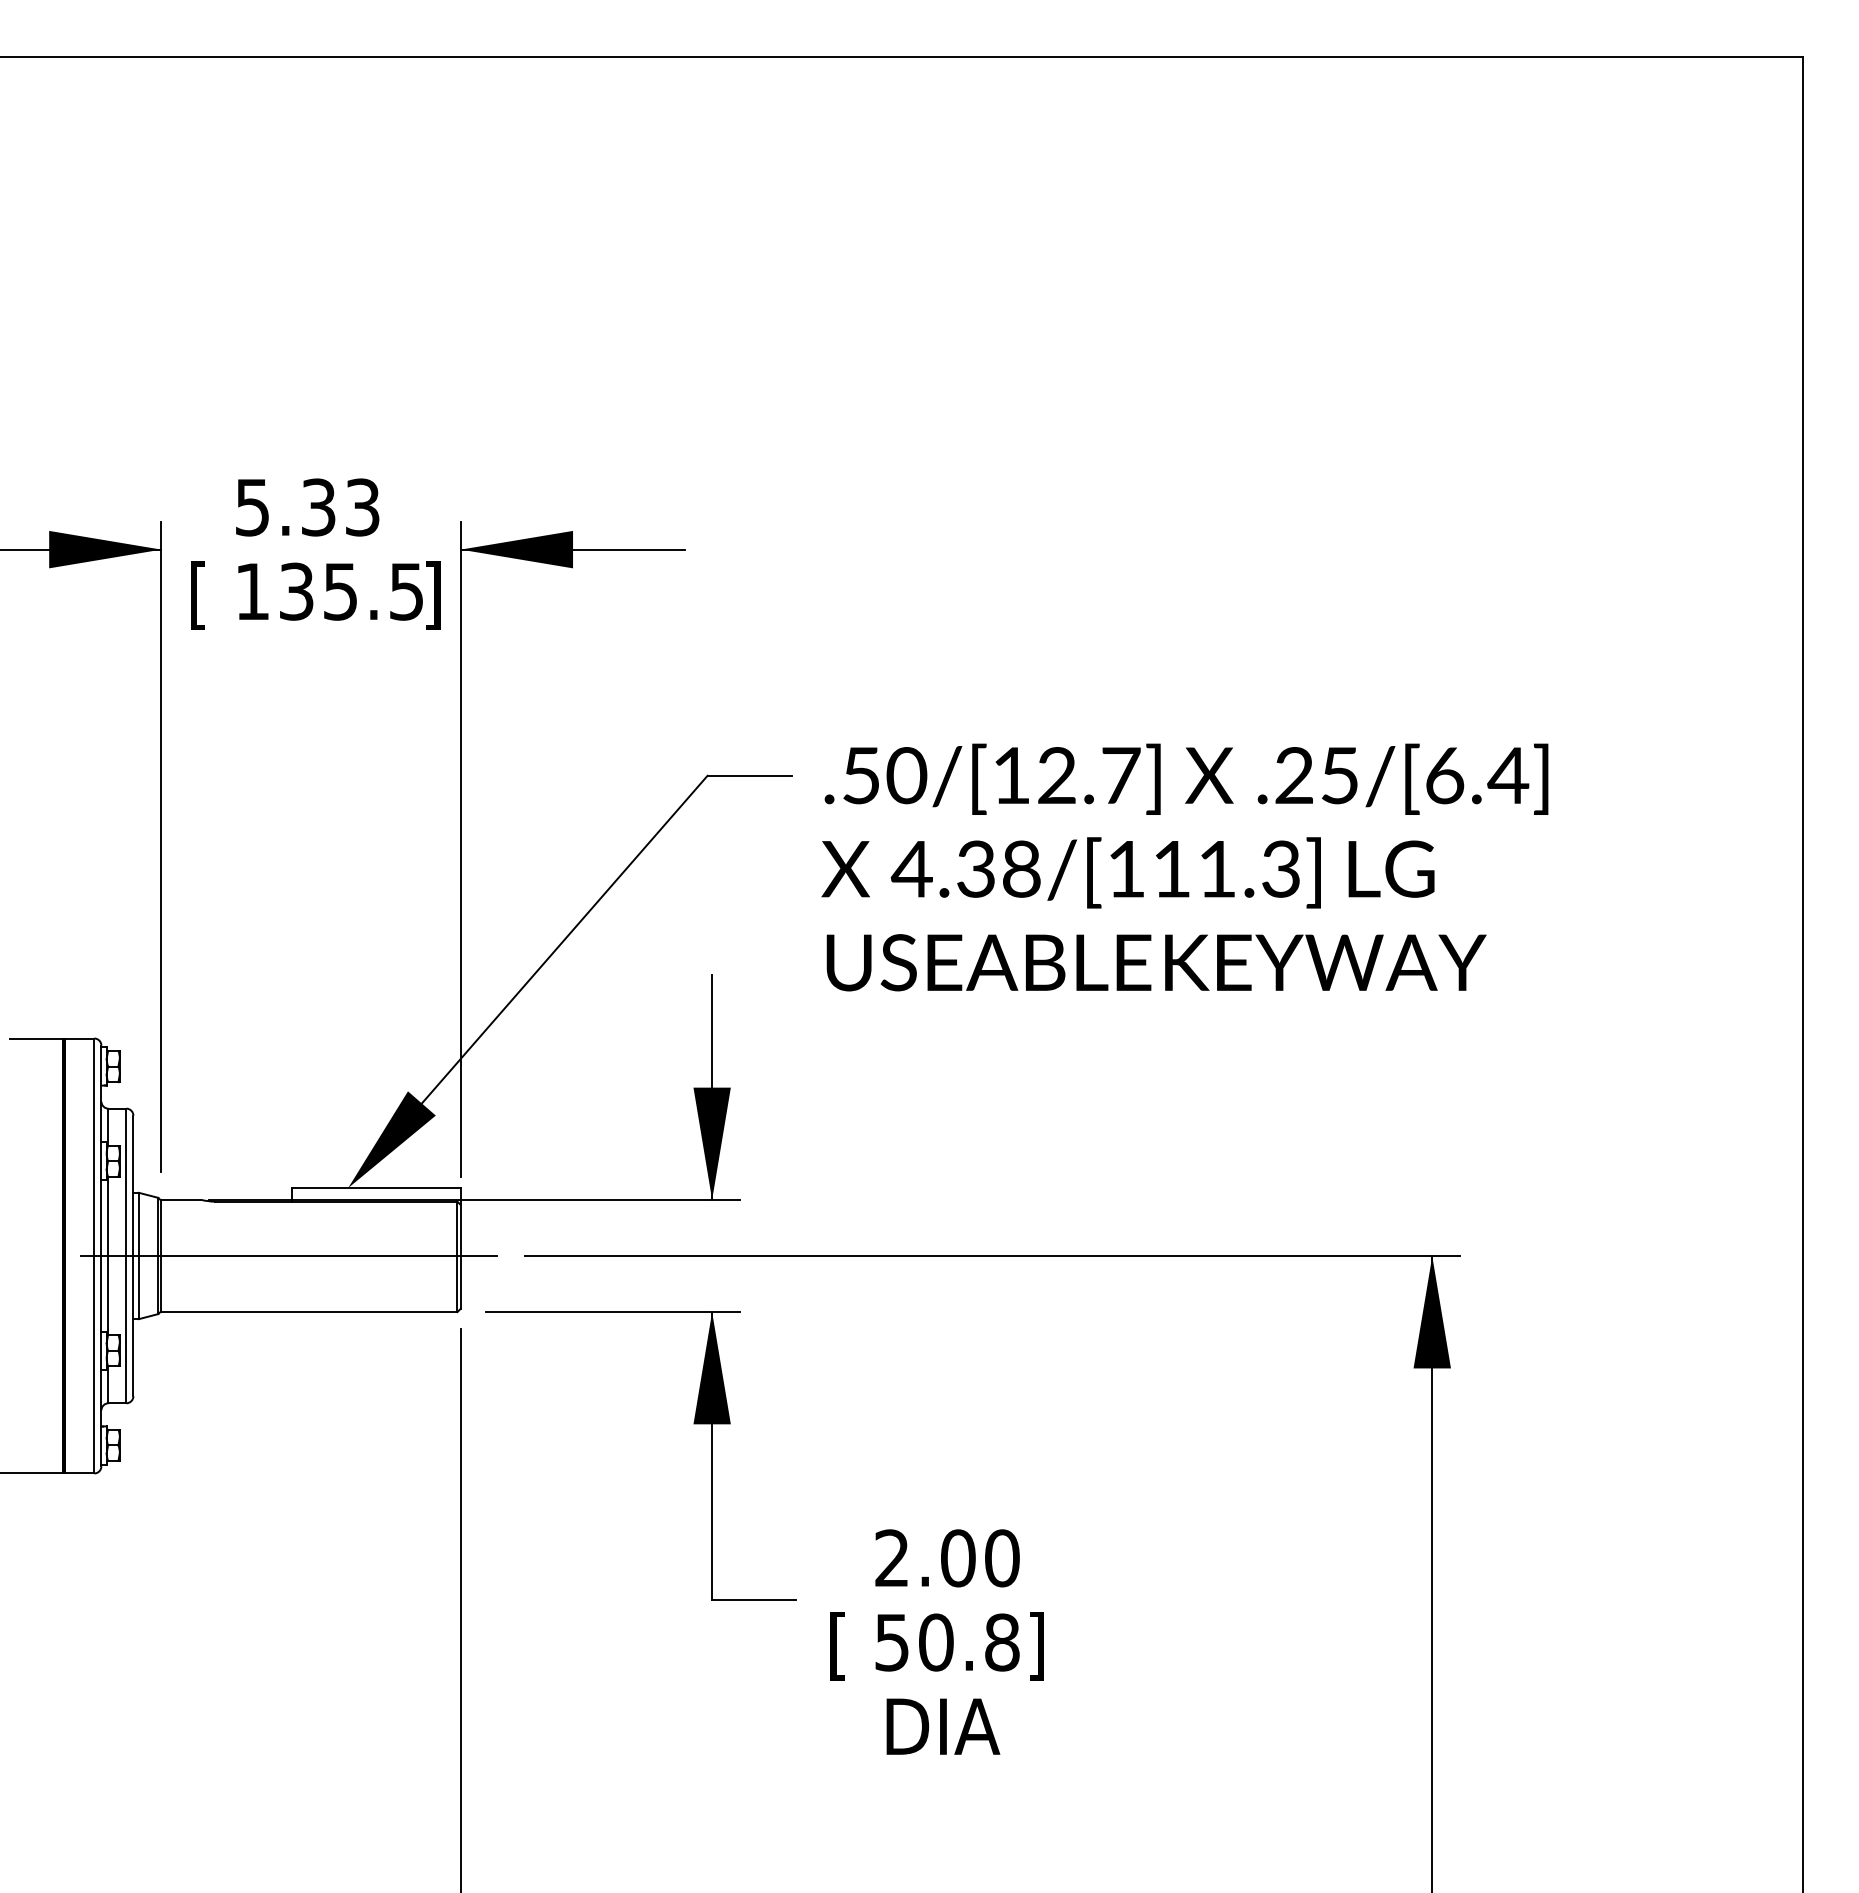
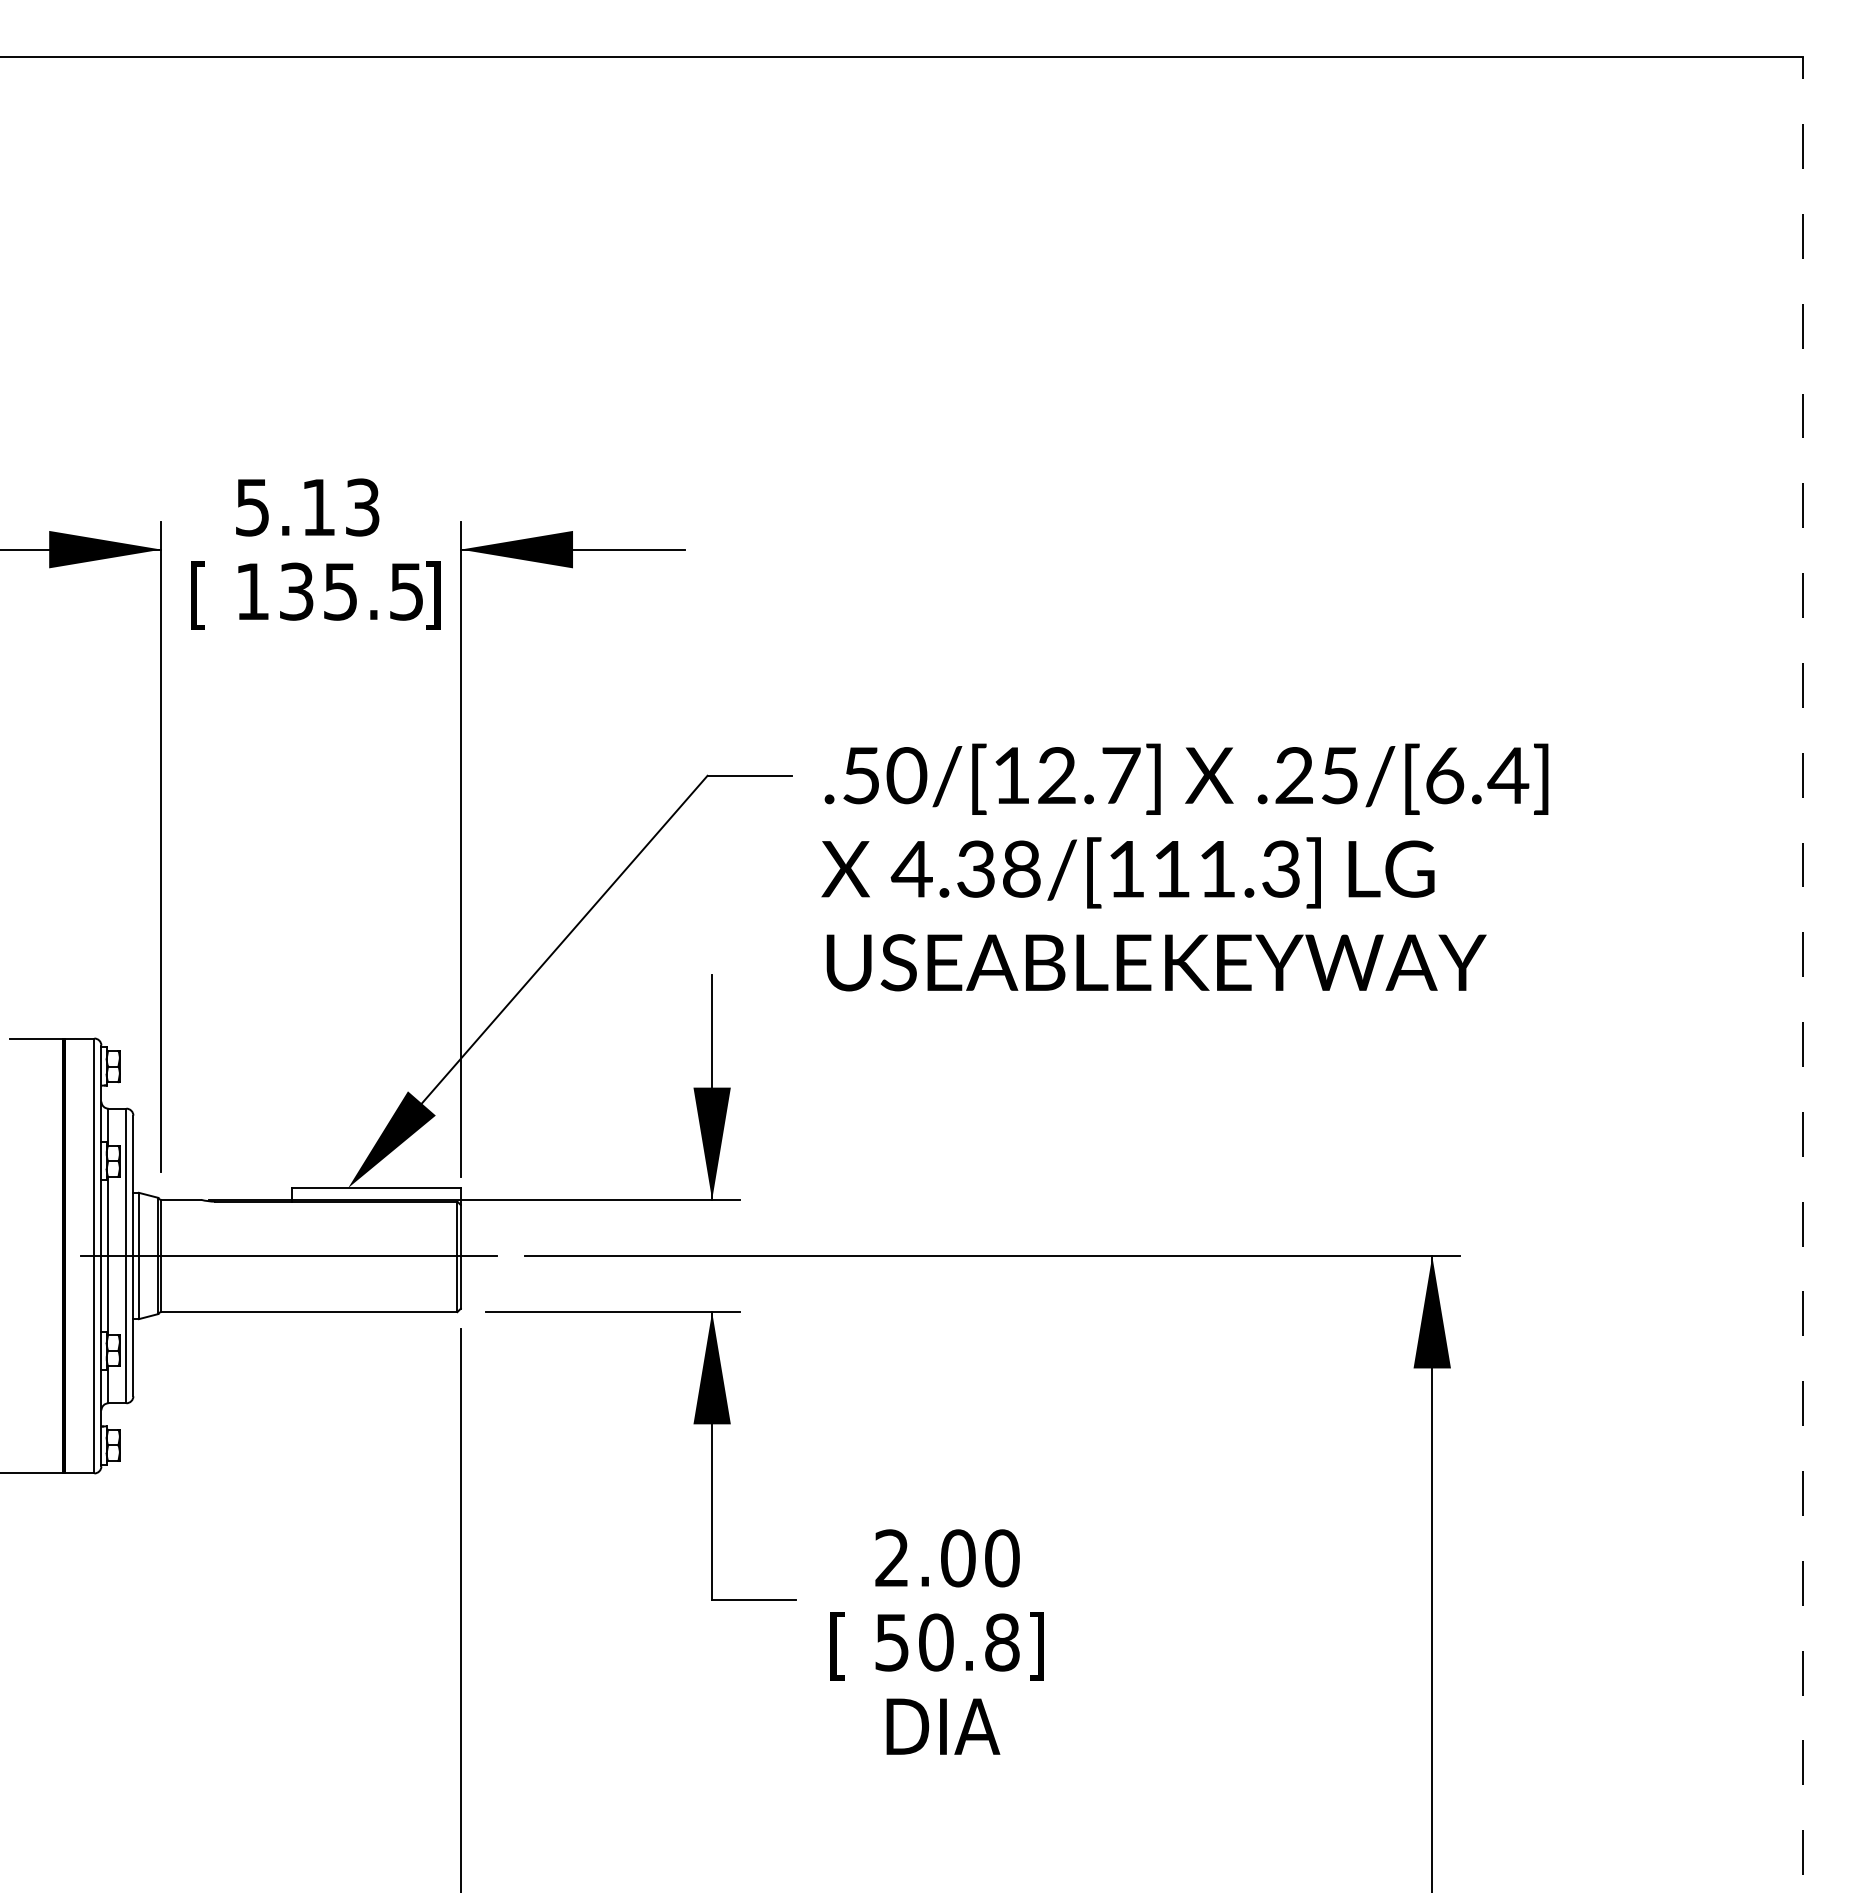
text at (318, 507): 5.33 -> 5.13
line at (1803, 974): solid -> dashed
